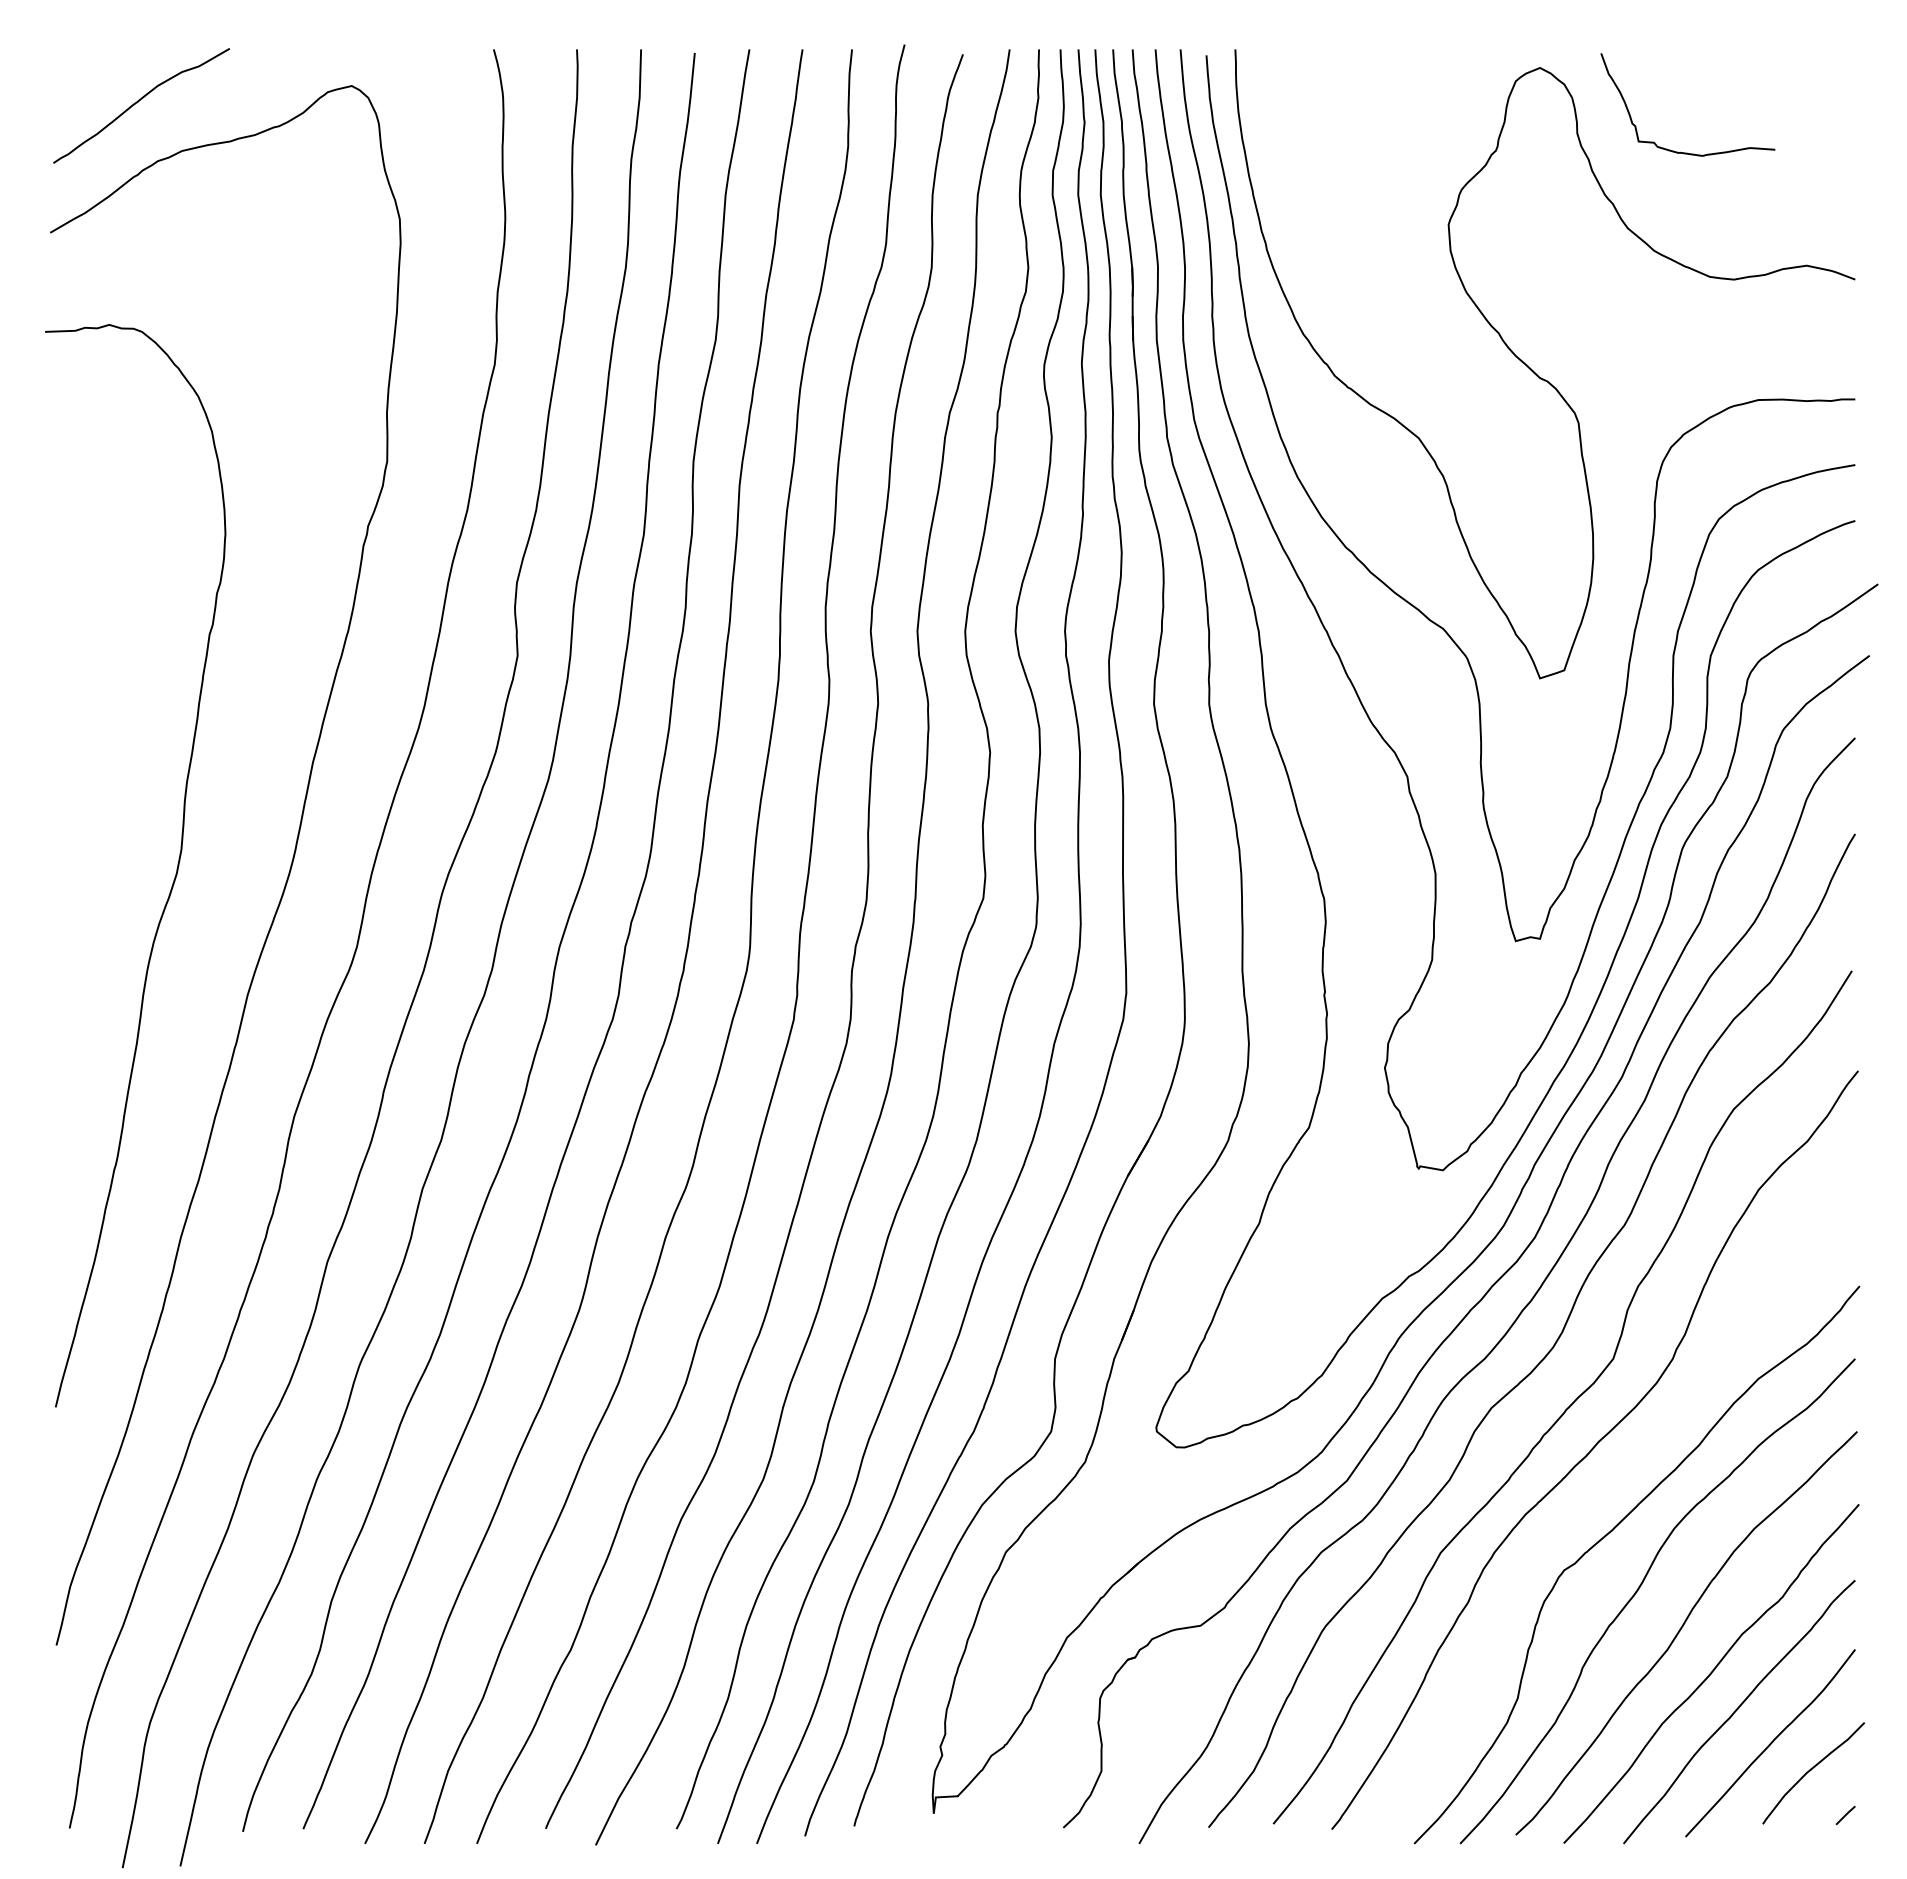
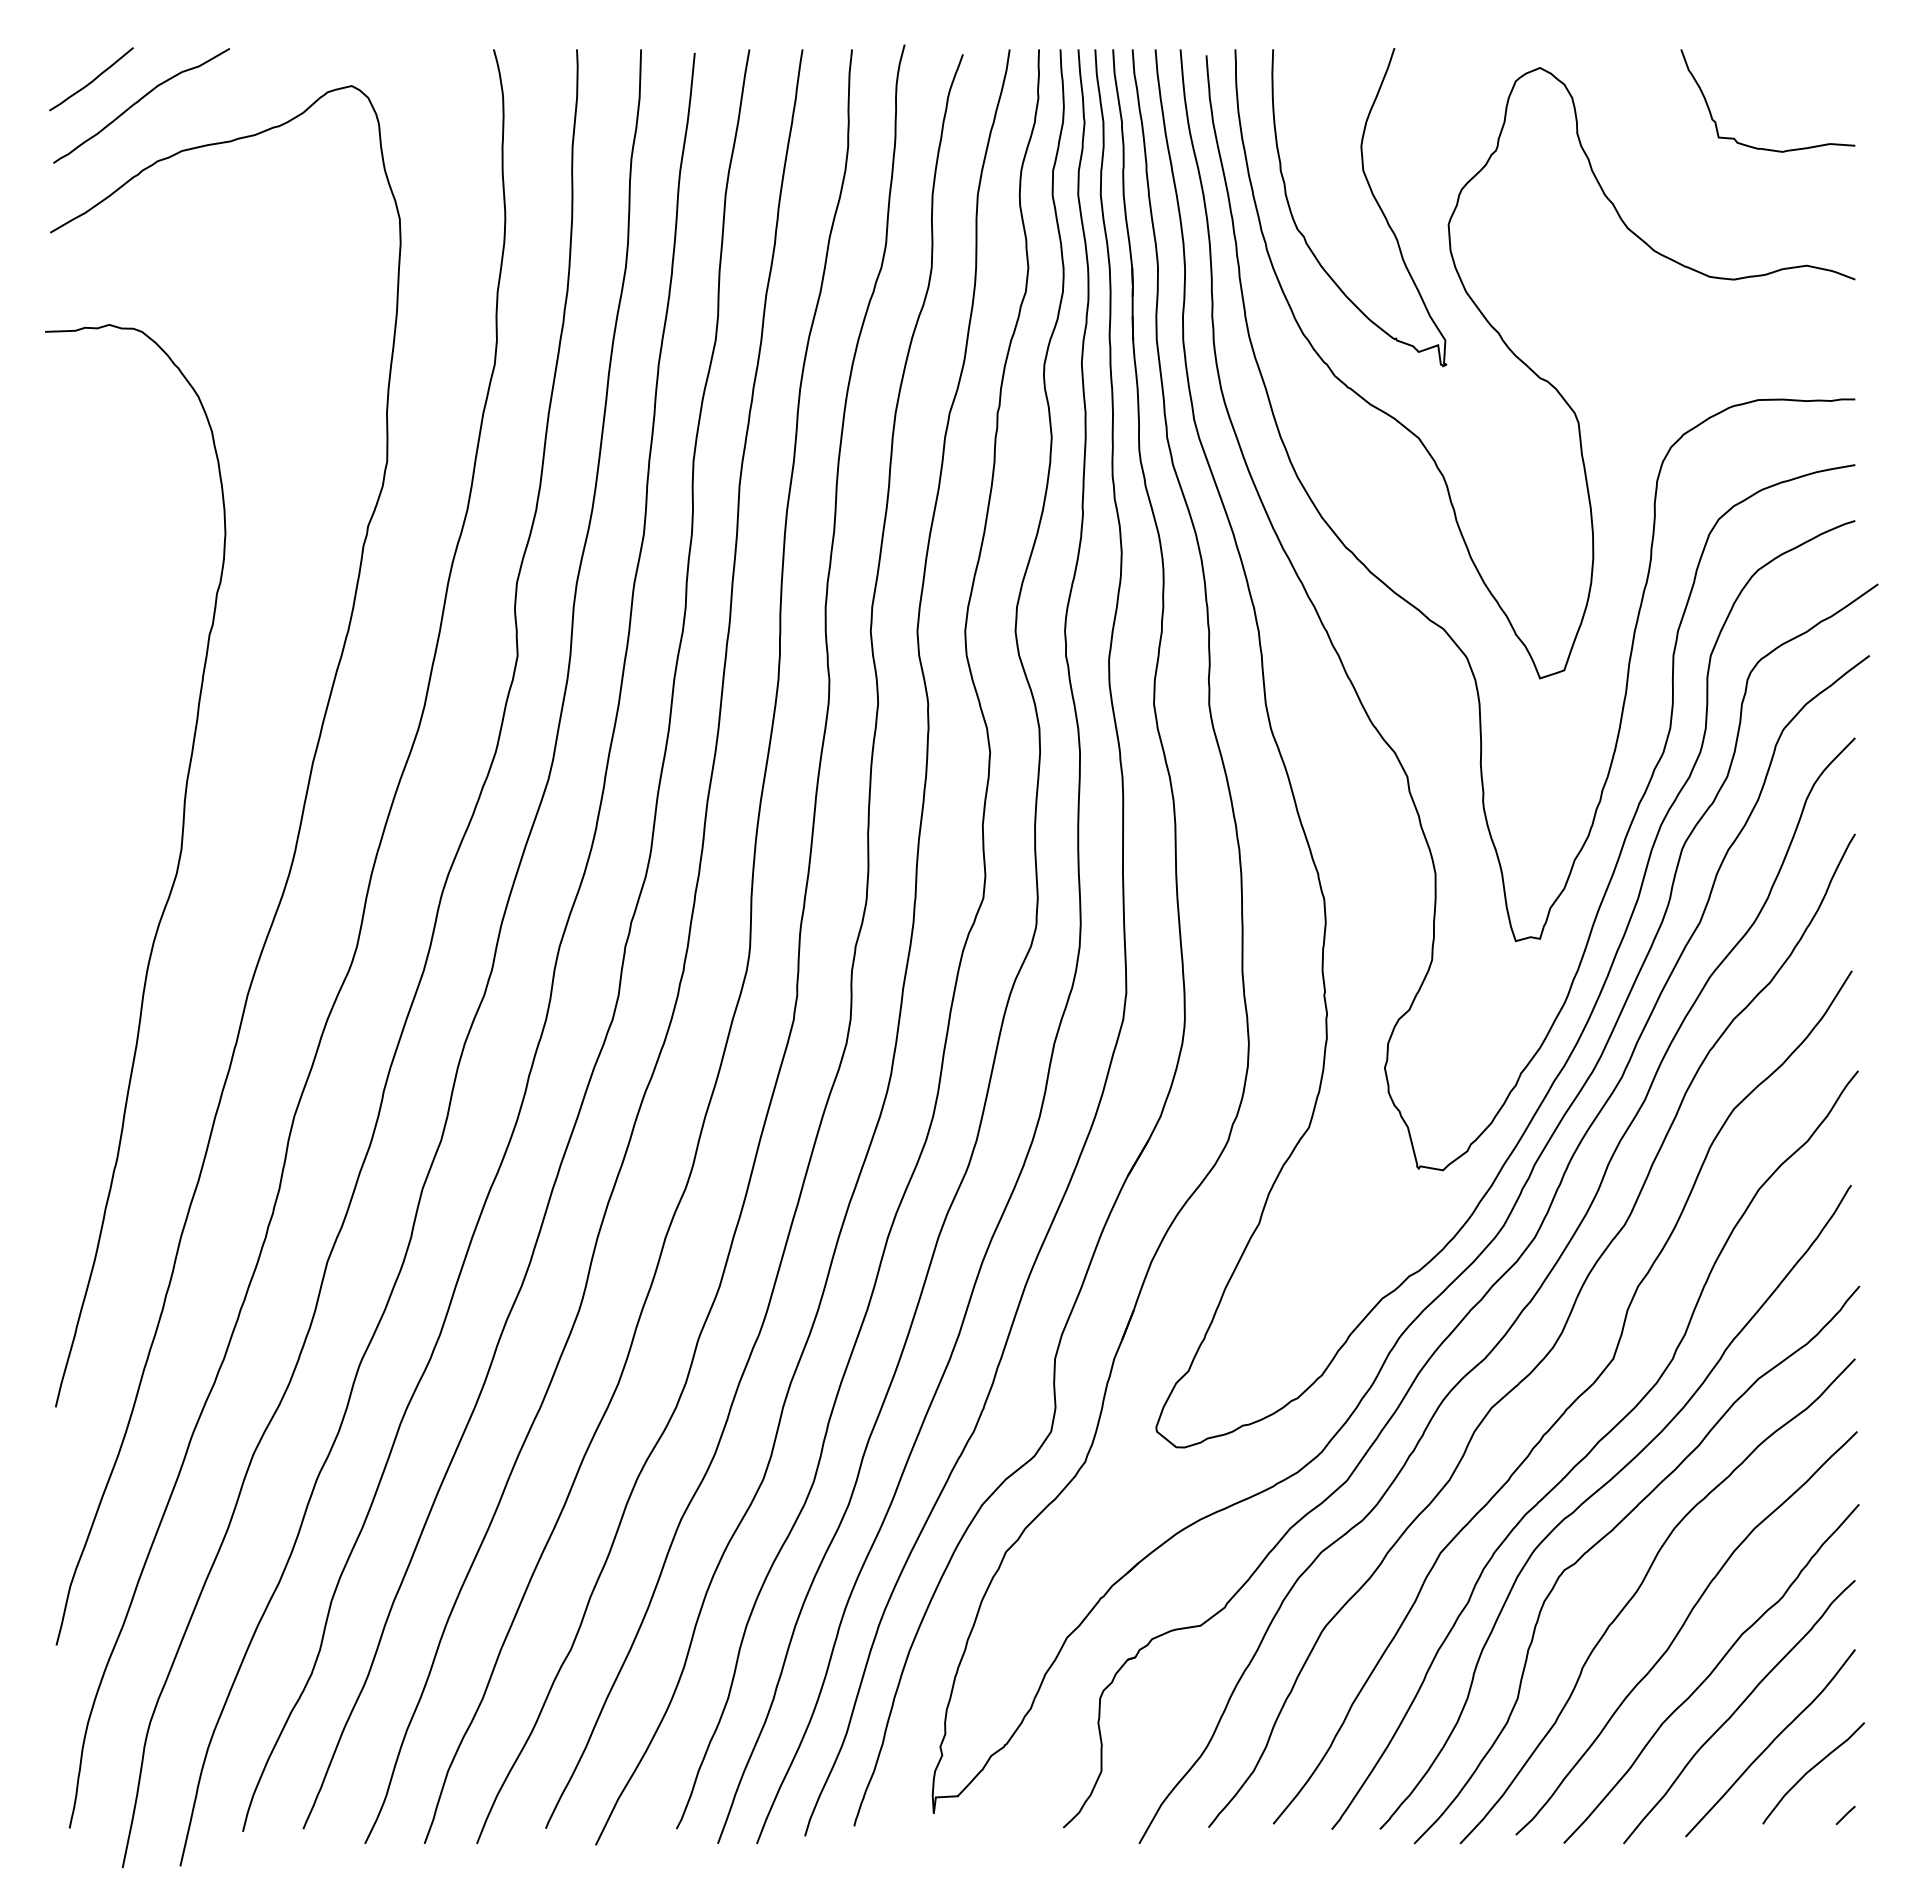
curve at (92, 80): none -> present
curve at (1680, 151) position: (1680, 151) -> (1760, 147)
curve at (1374, 199): none -> present
curve at (1603, 1487): none -> present
